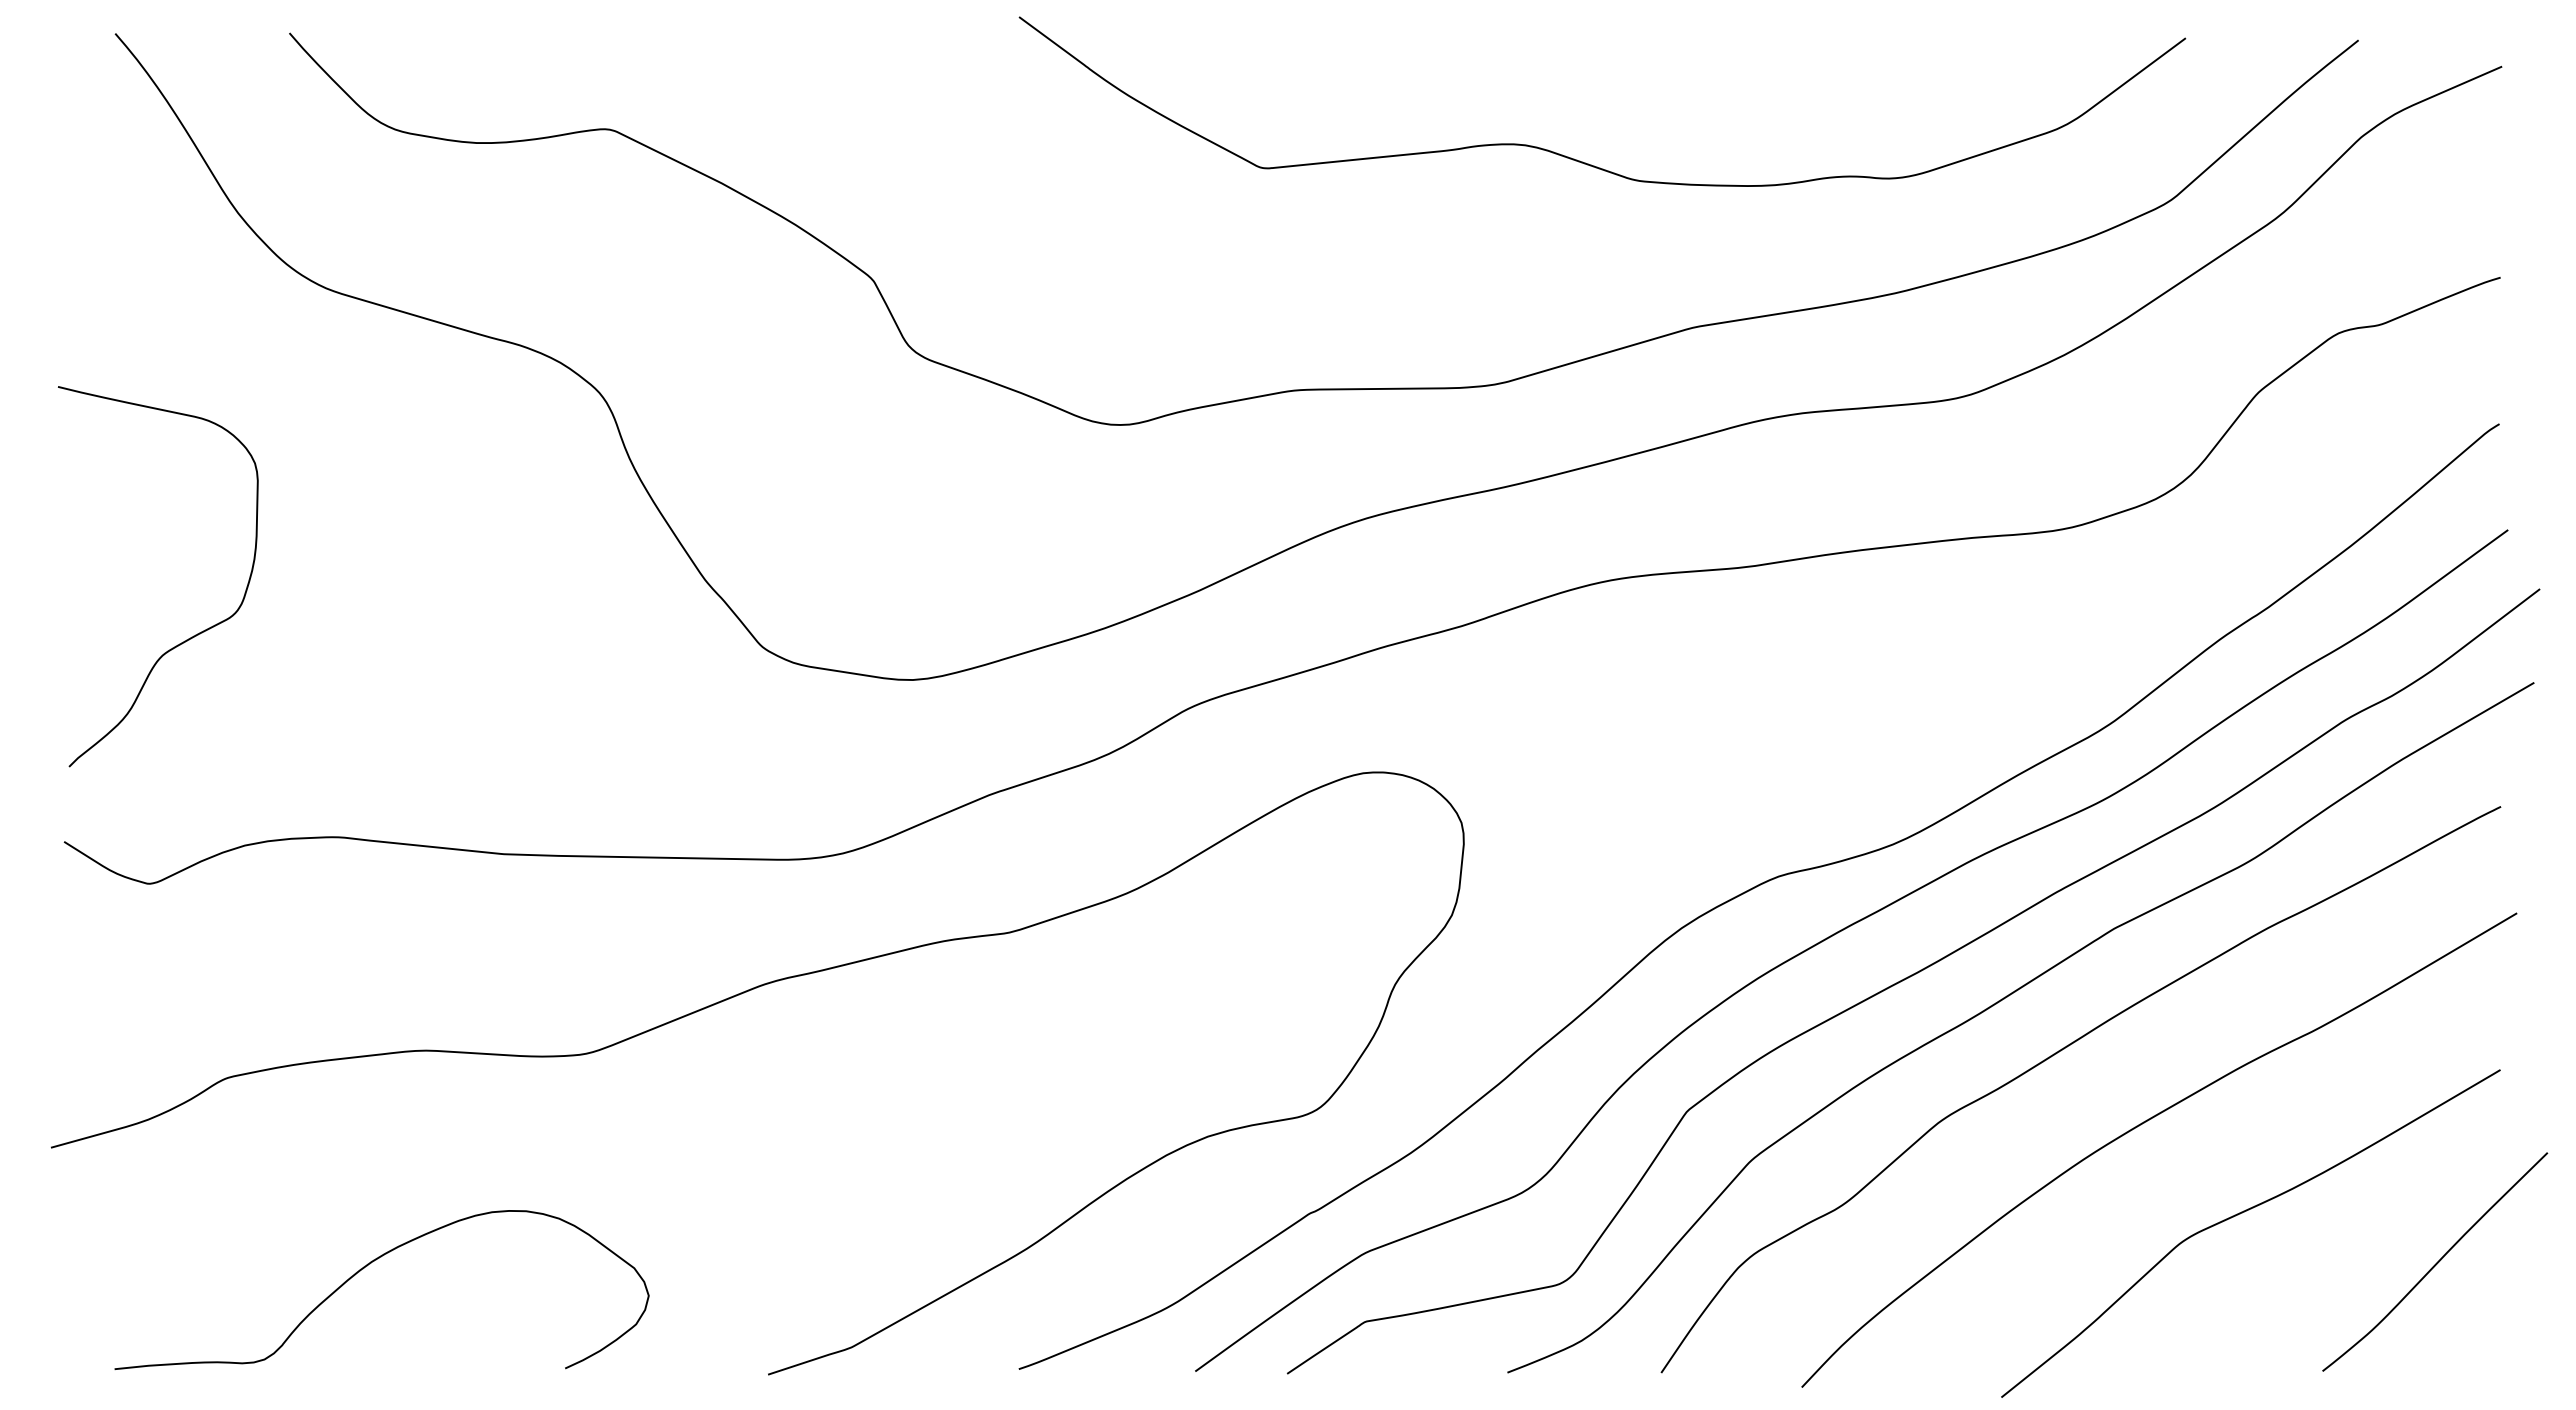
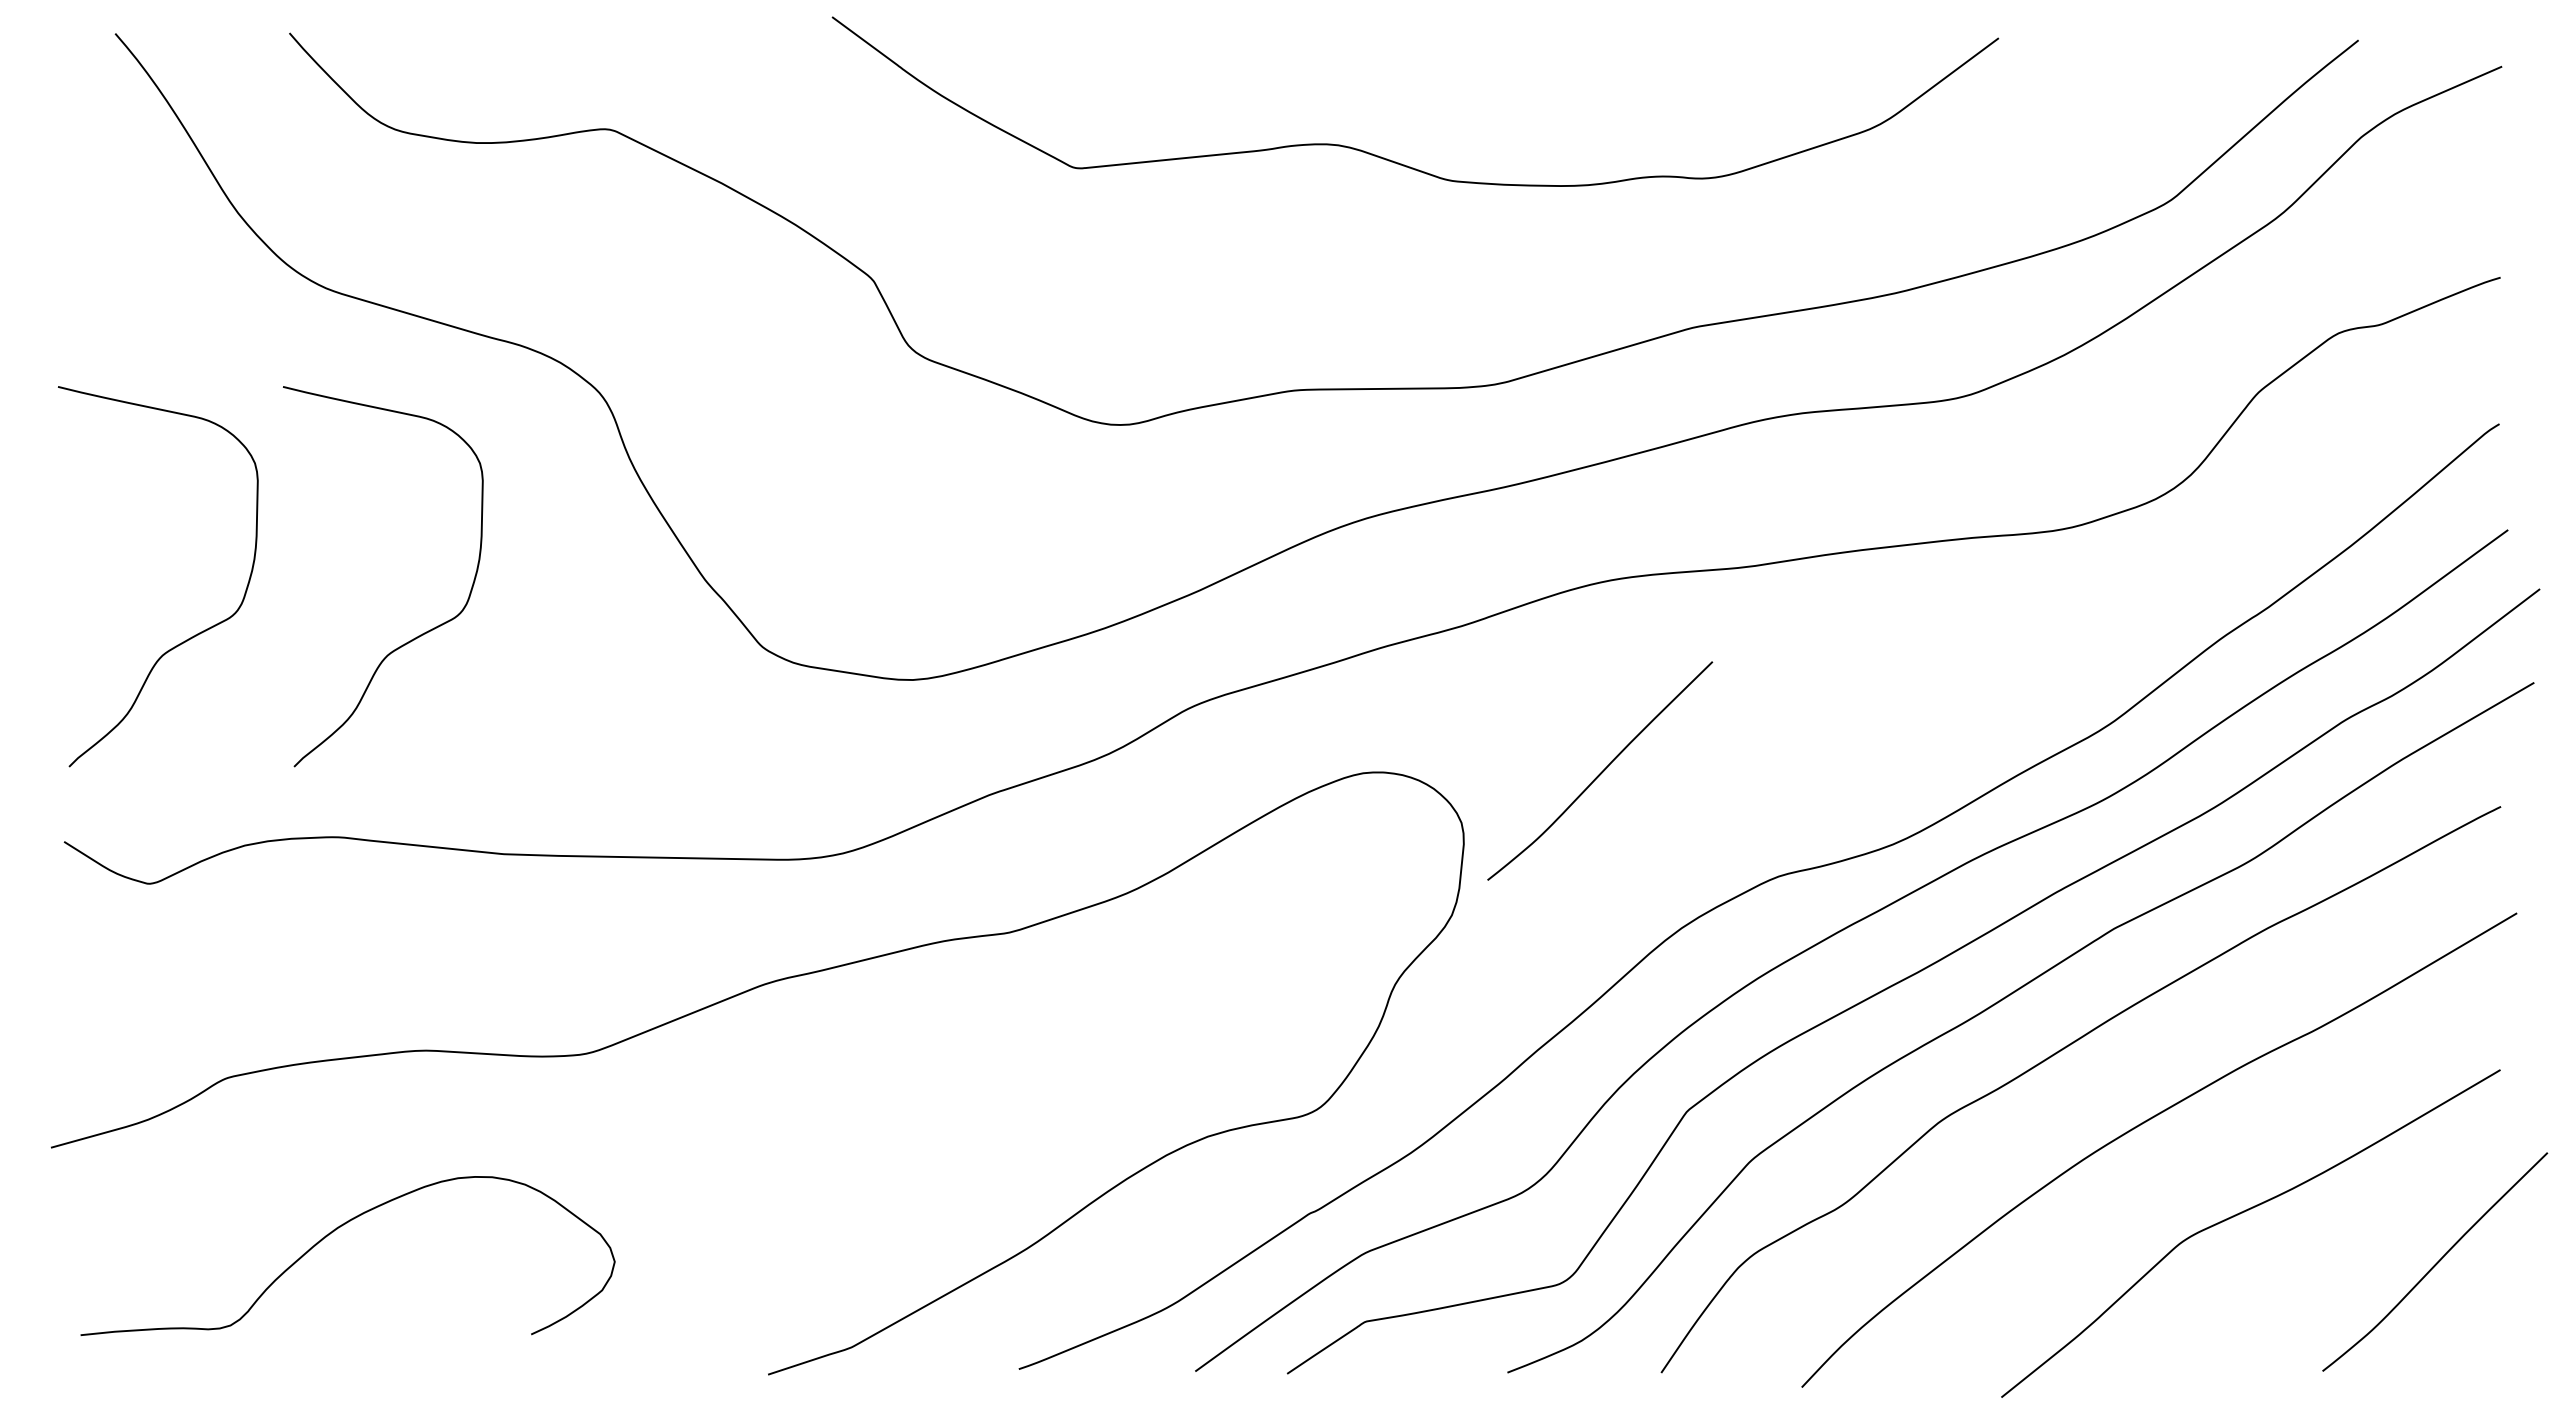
curve at (1577, 159) position: (1577, 159) -> (1390, 159)
curve at (416, 636): none -> present
curve at (1601, 771): none -> present
curve at (363, 1269) position: (363, 1269) -> (329, 1235)
